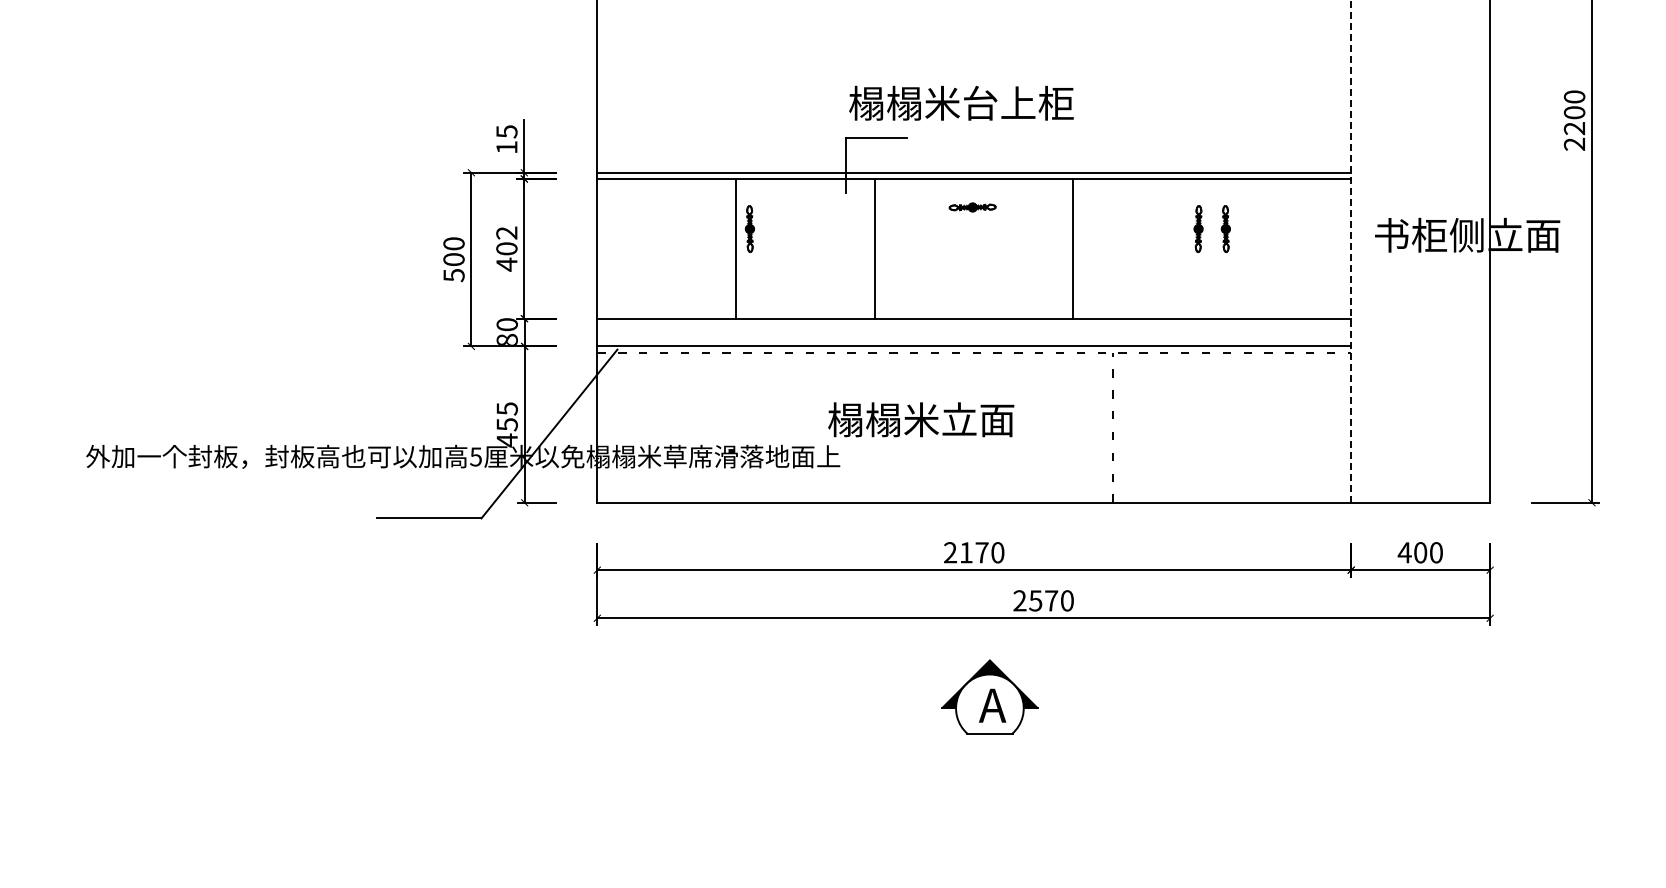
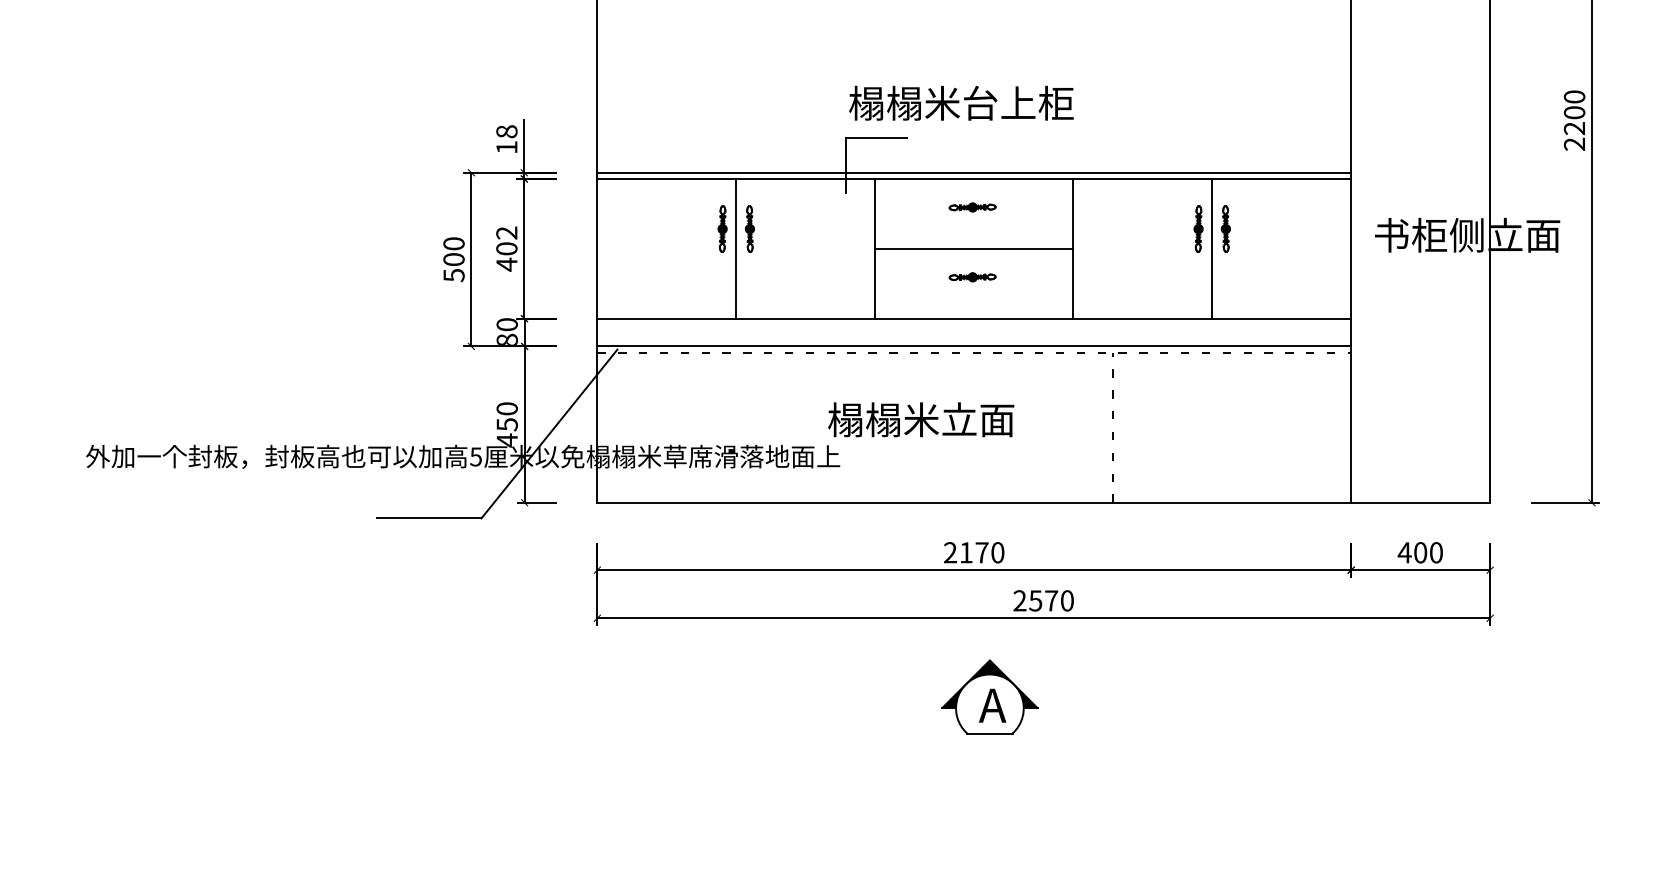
text at (506, 131): 15 -> 18
part at (722, 228): none -> present
line at (974, 248): none -> present
line at (1212, 248): none -> present
line at (1351, 251): dashed -> solid
part at (972, 277): none -> present
text at (506, 408): 455 -> 450
